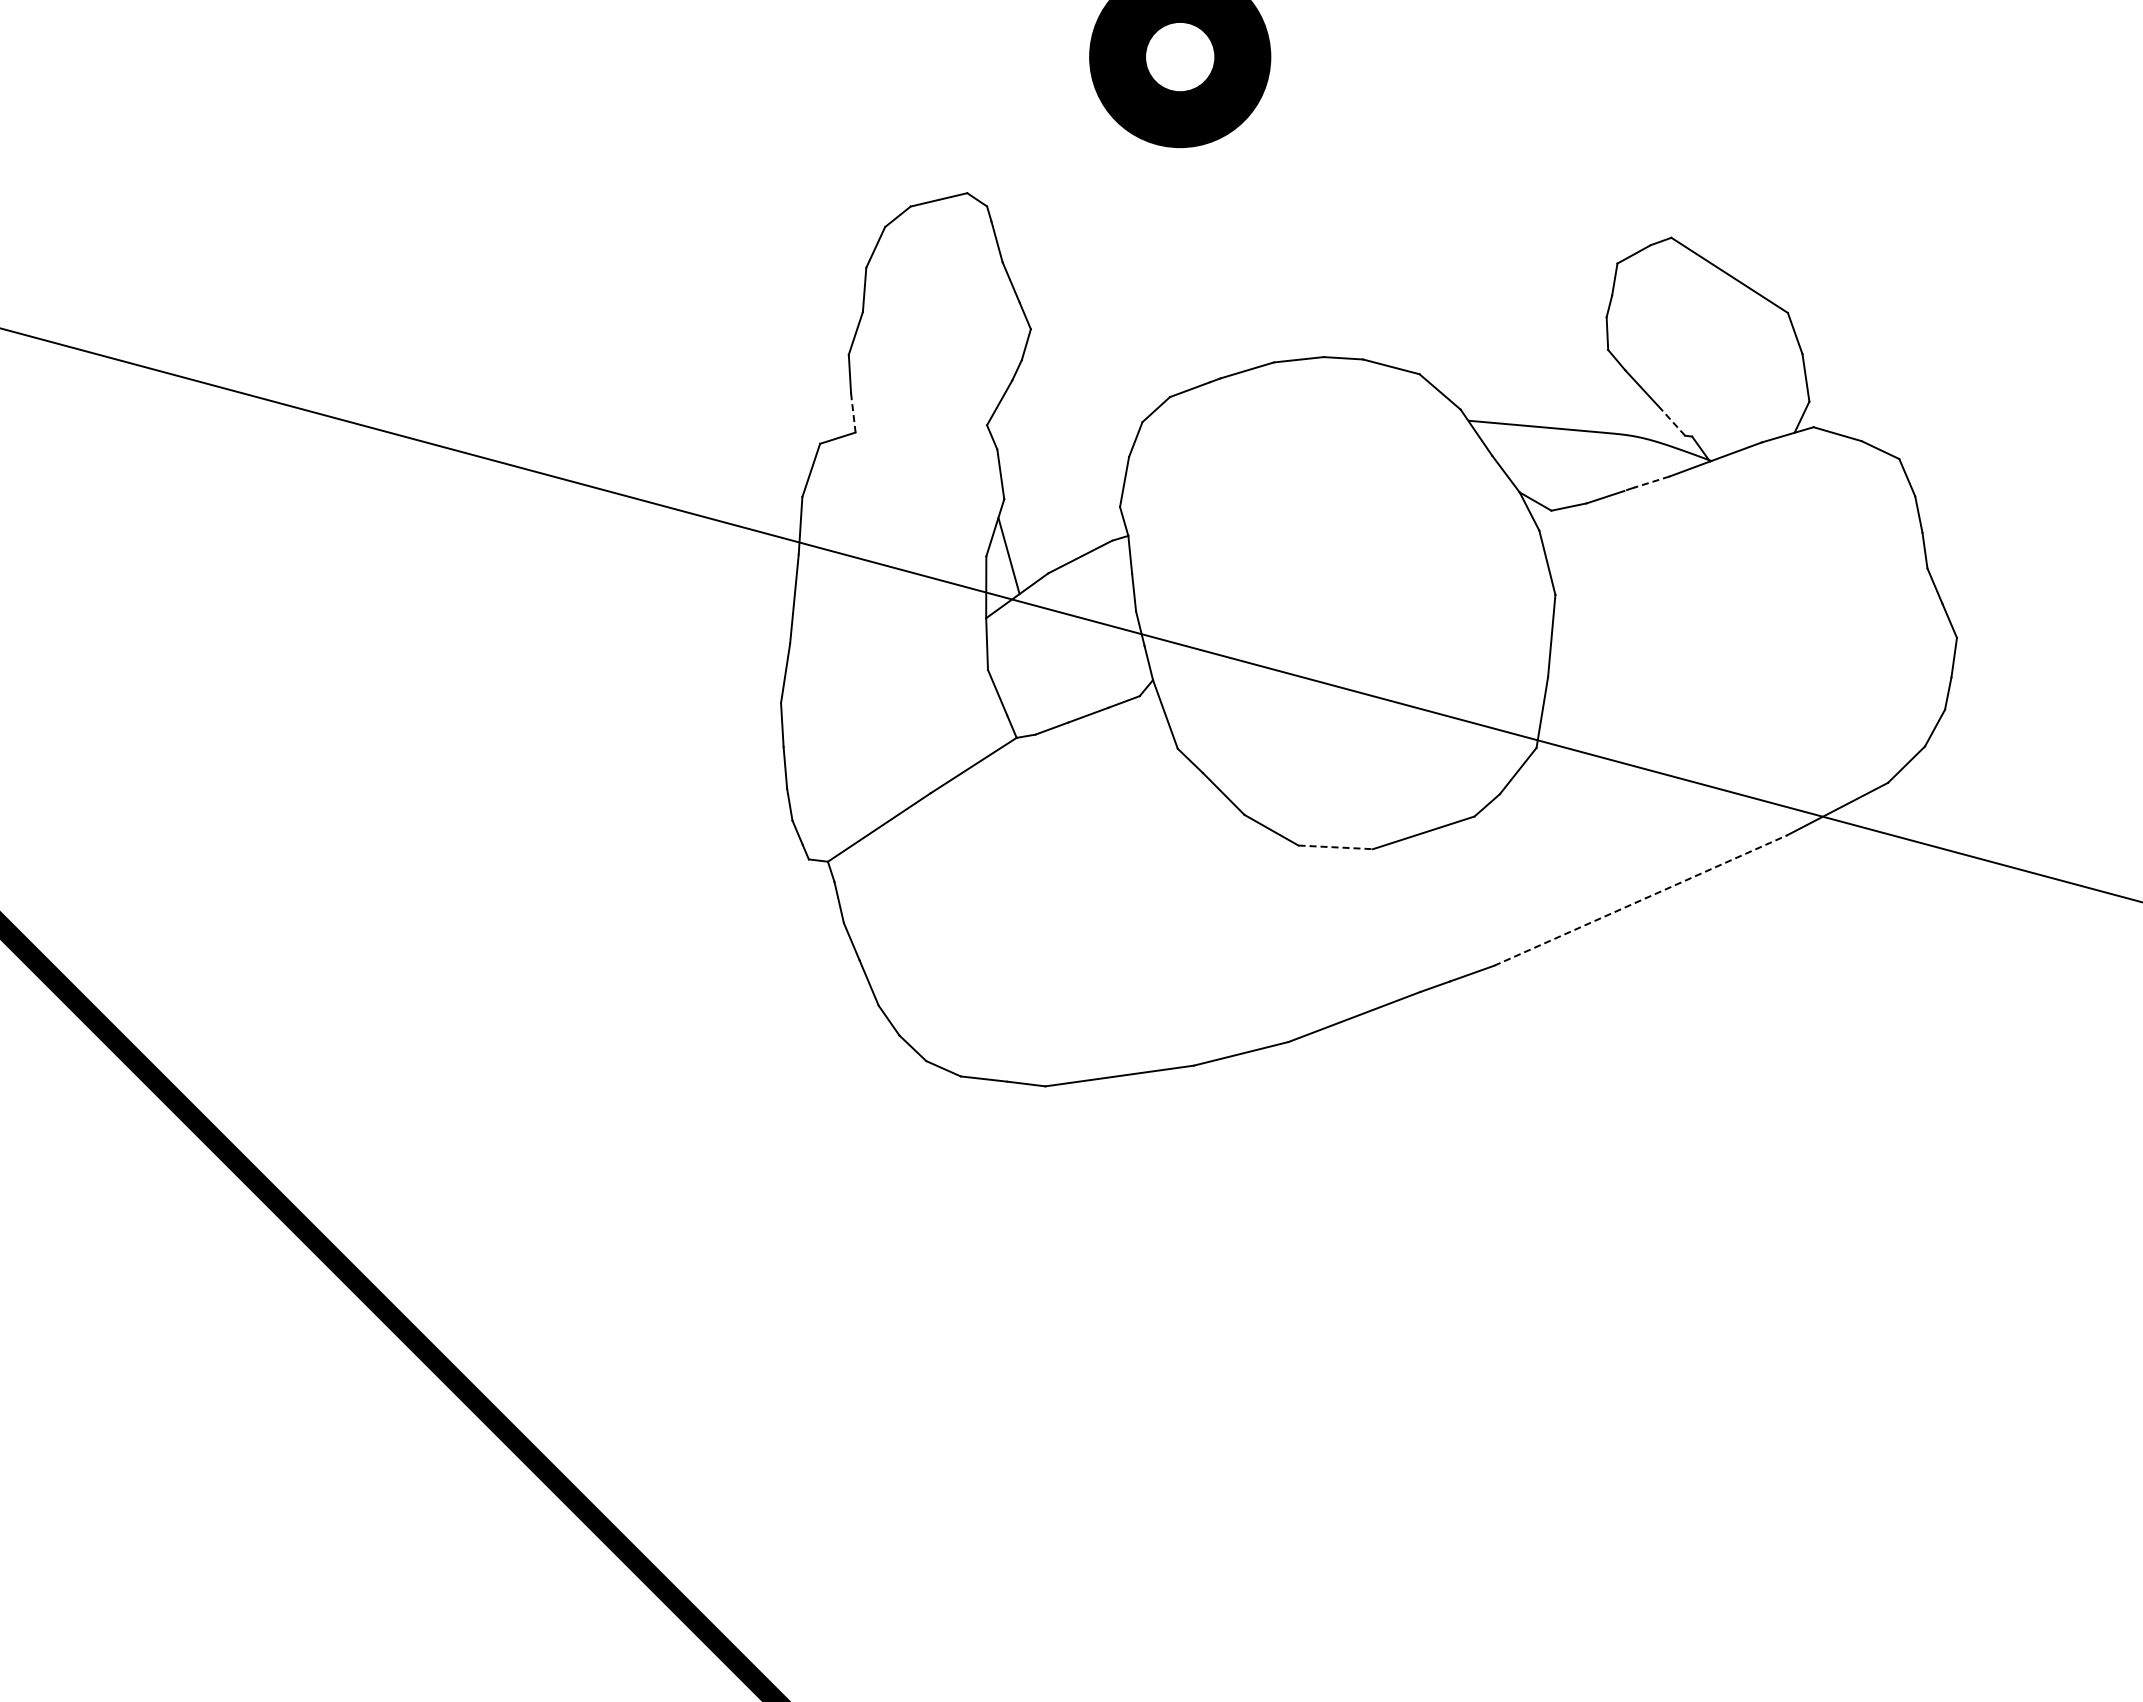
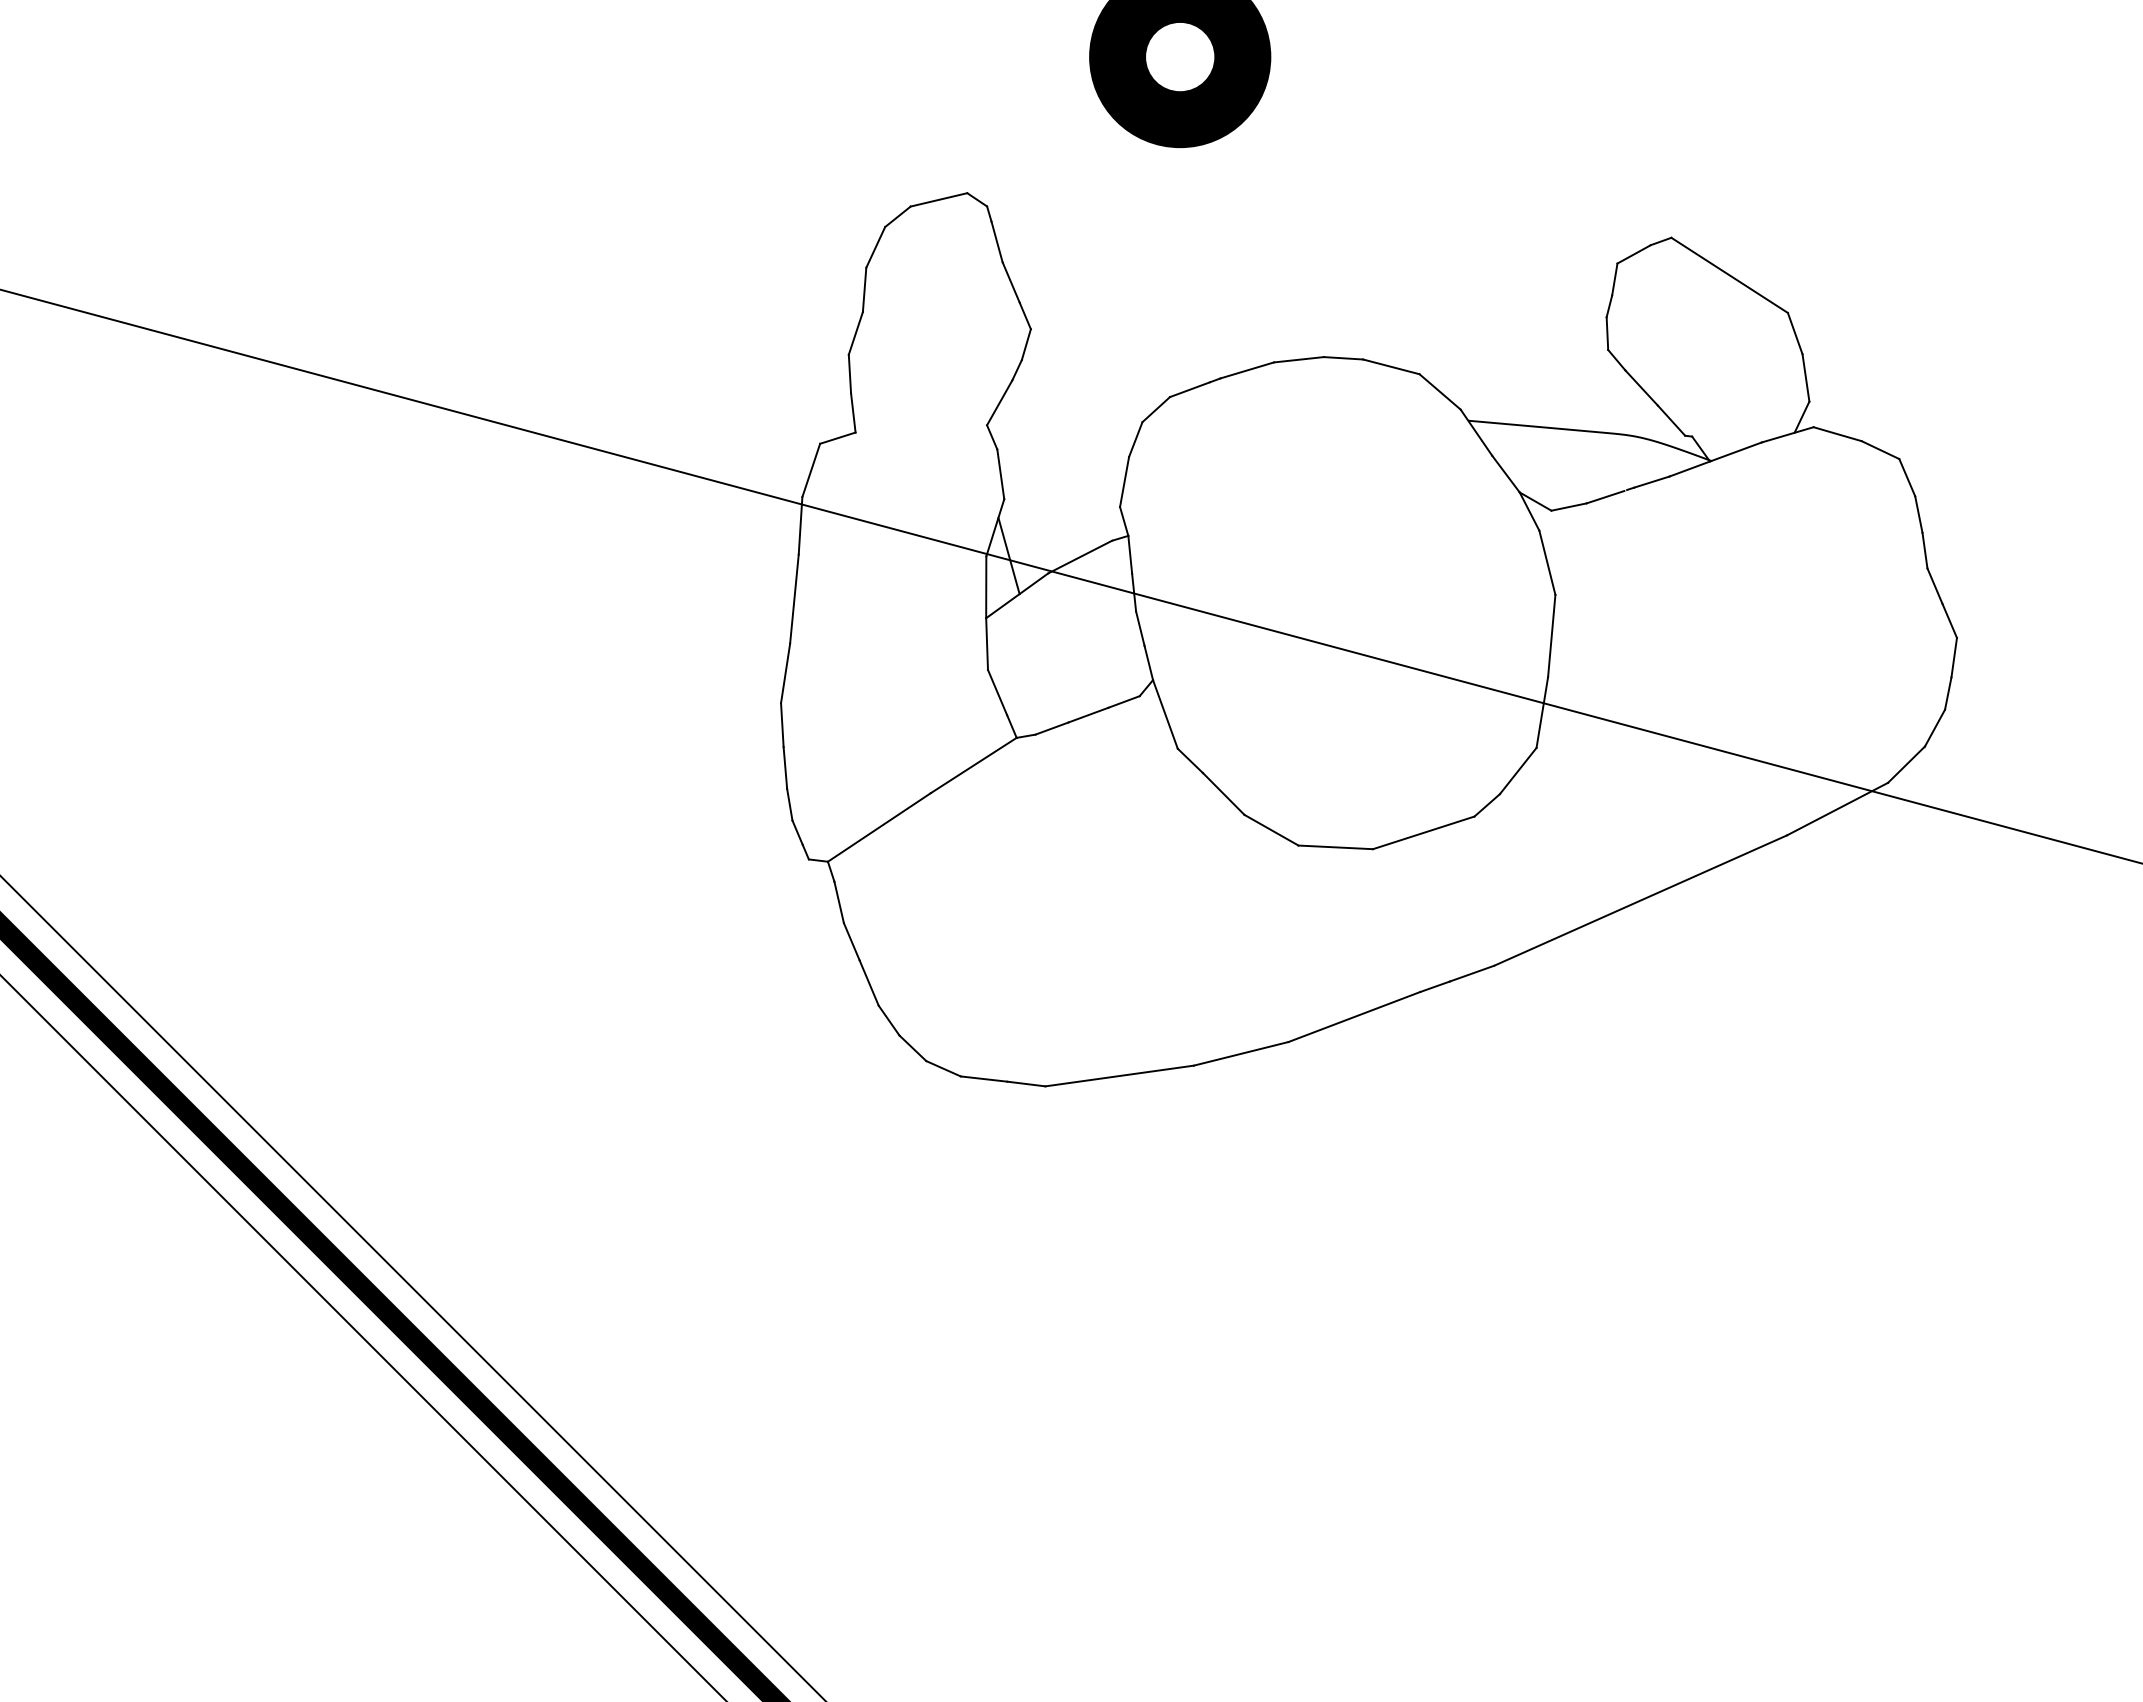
line at (853, 412): dashed -> solid
line at (1671, 420): dashed -> solid
line at (1651, 482): dashed -> solid
line at (1070, 614) position: (1070, 614) -> (1070, 576)
line at (1336, 847): dashed -> solid
line at (1641, 900): dashed -> solid
line at (412, 1287): none -> present
line at (362, 1337): none -> present
